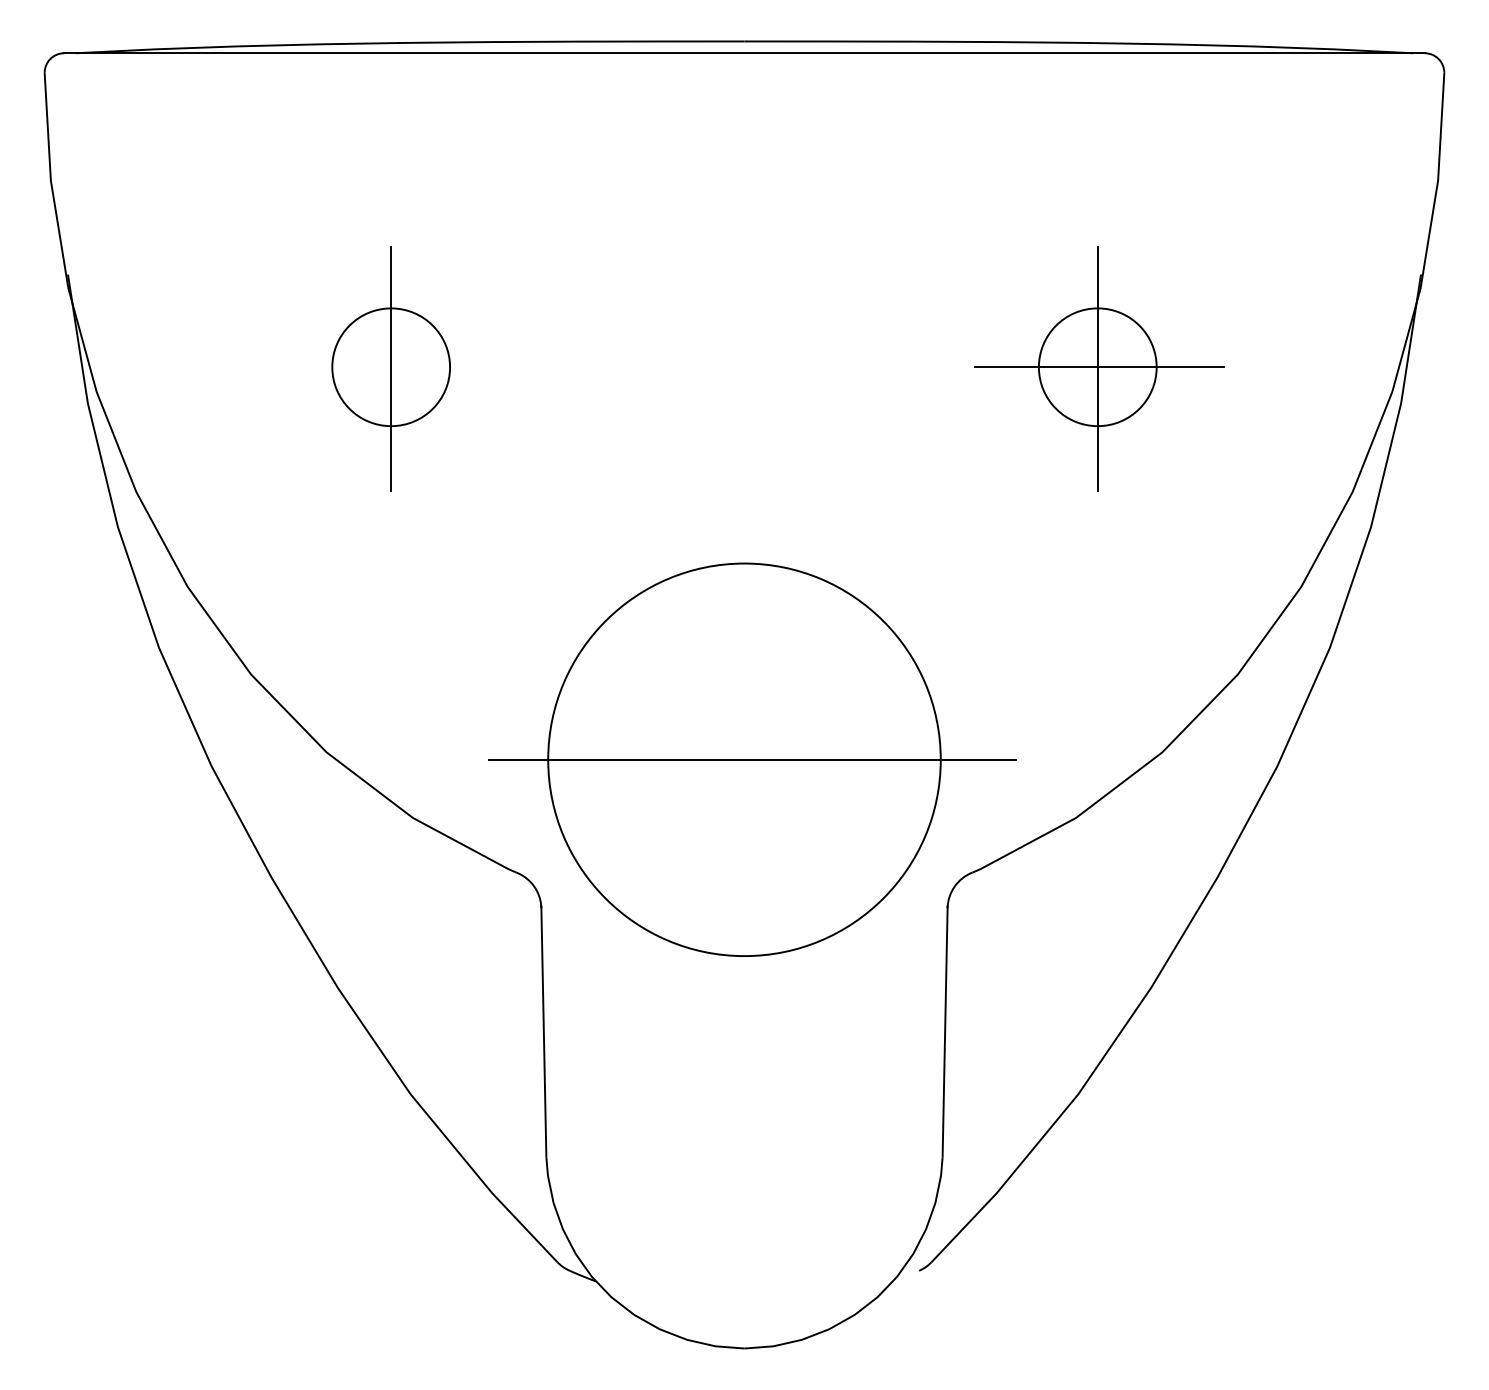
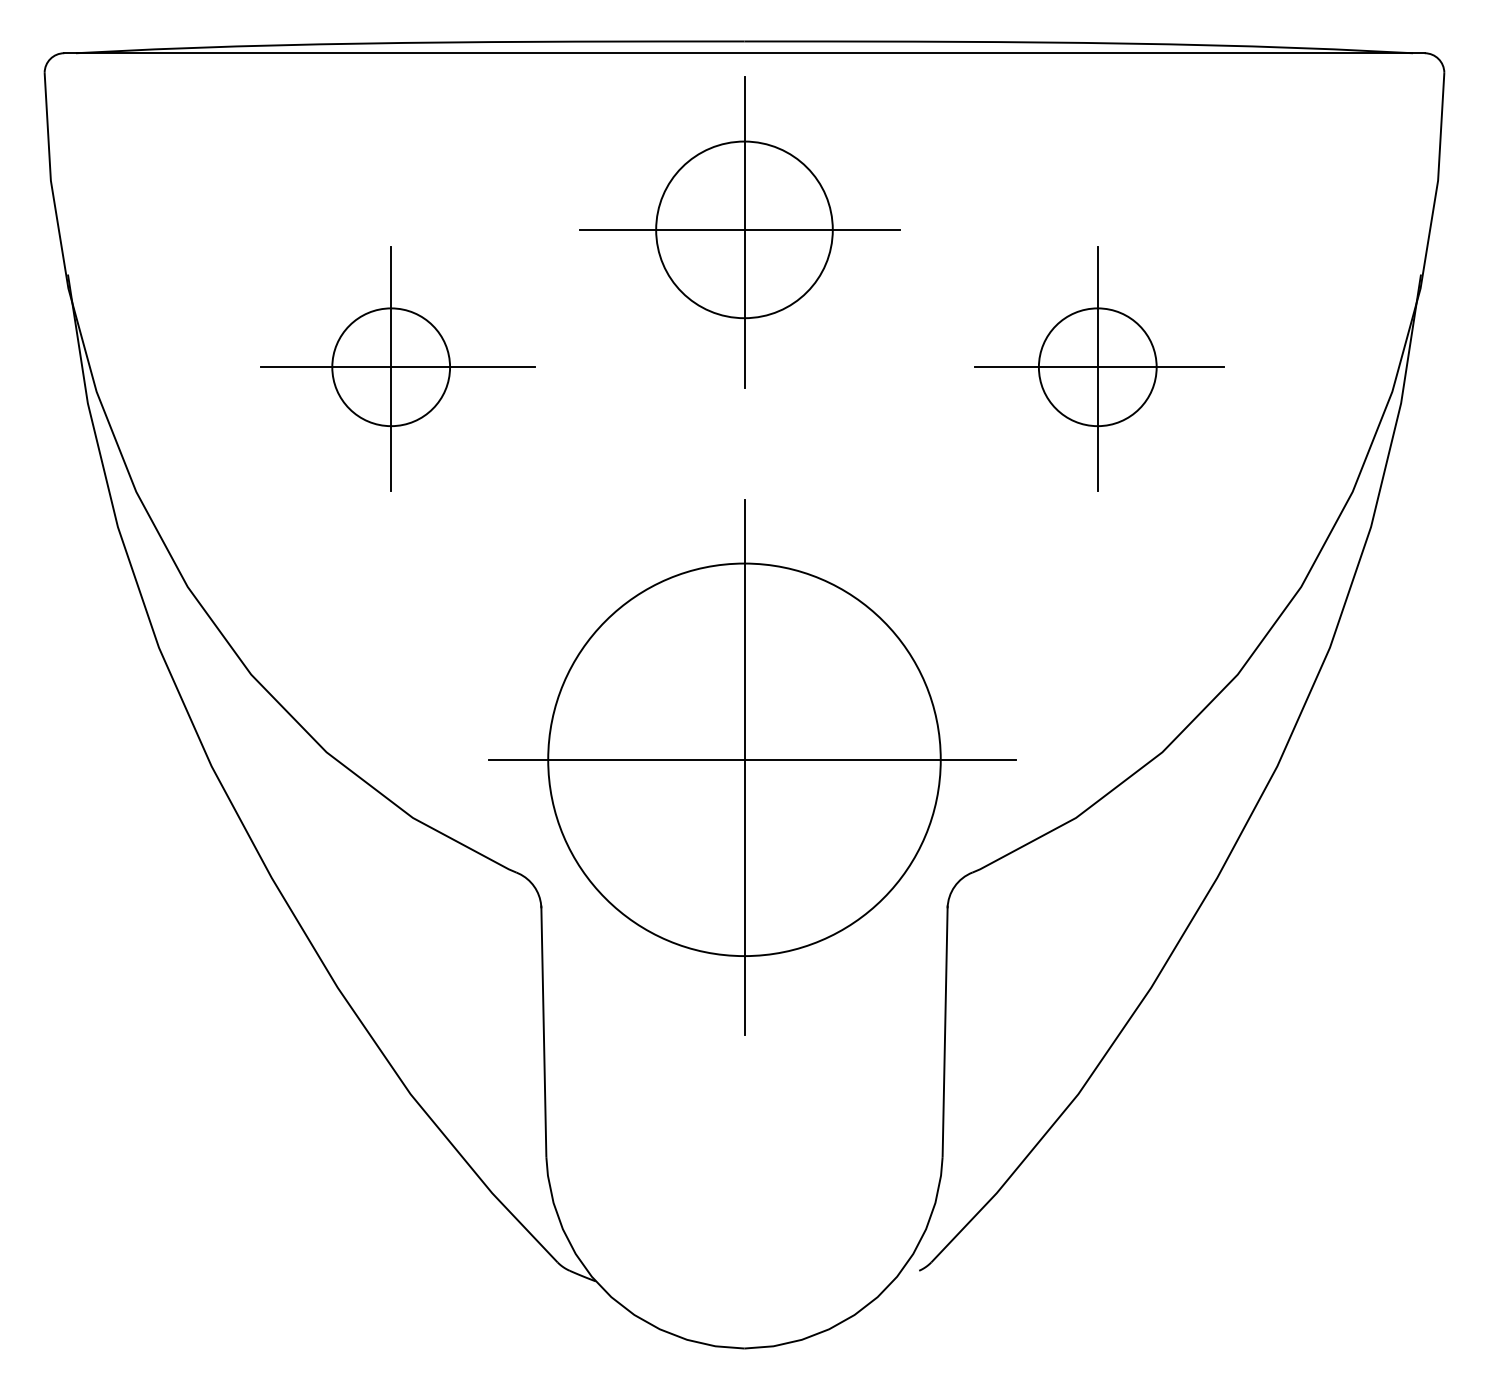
part at (739, 232): none -> present
line at (397, 367): none -> present
line at (744, 766): none -> present
